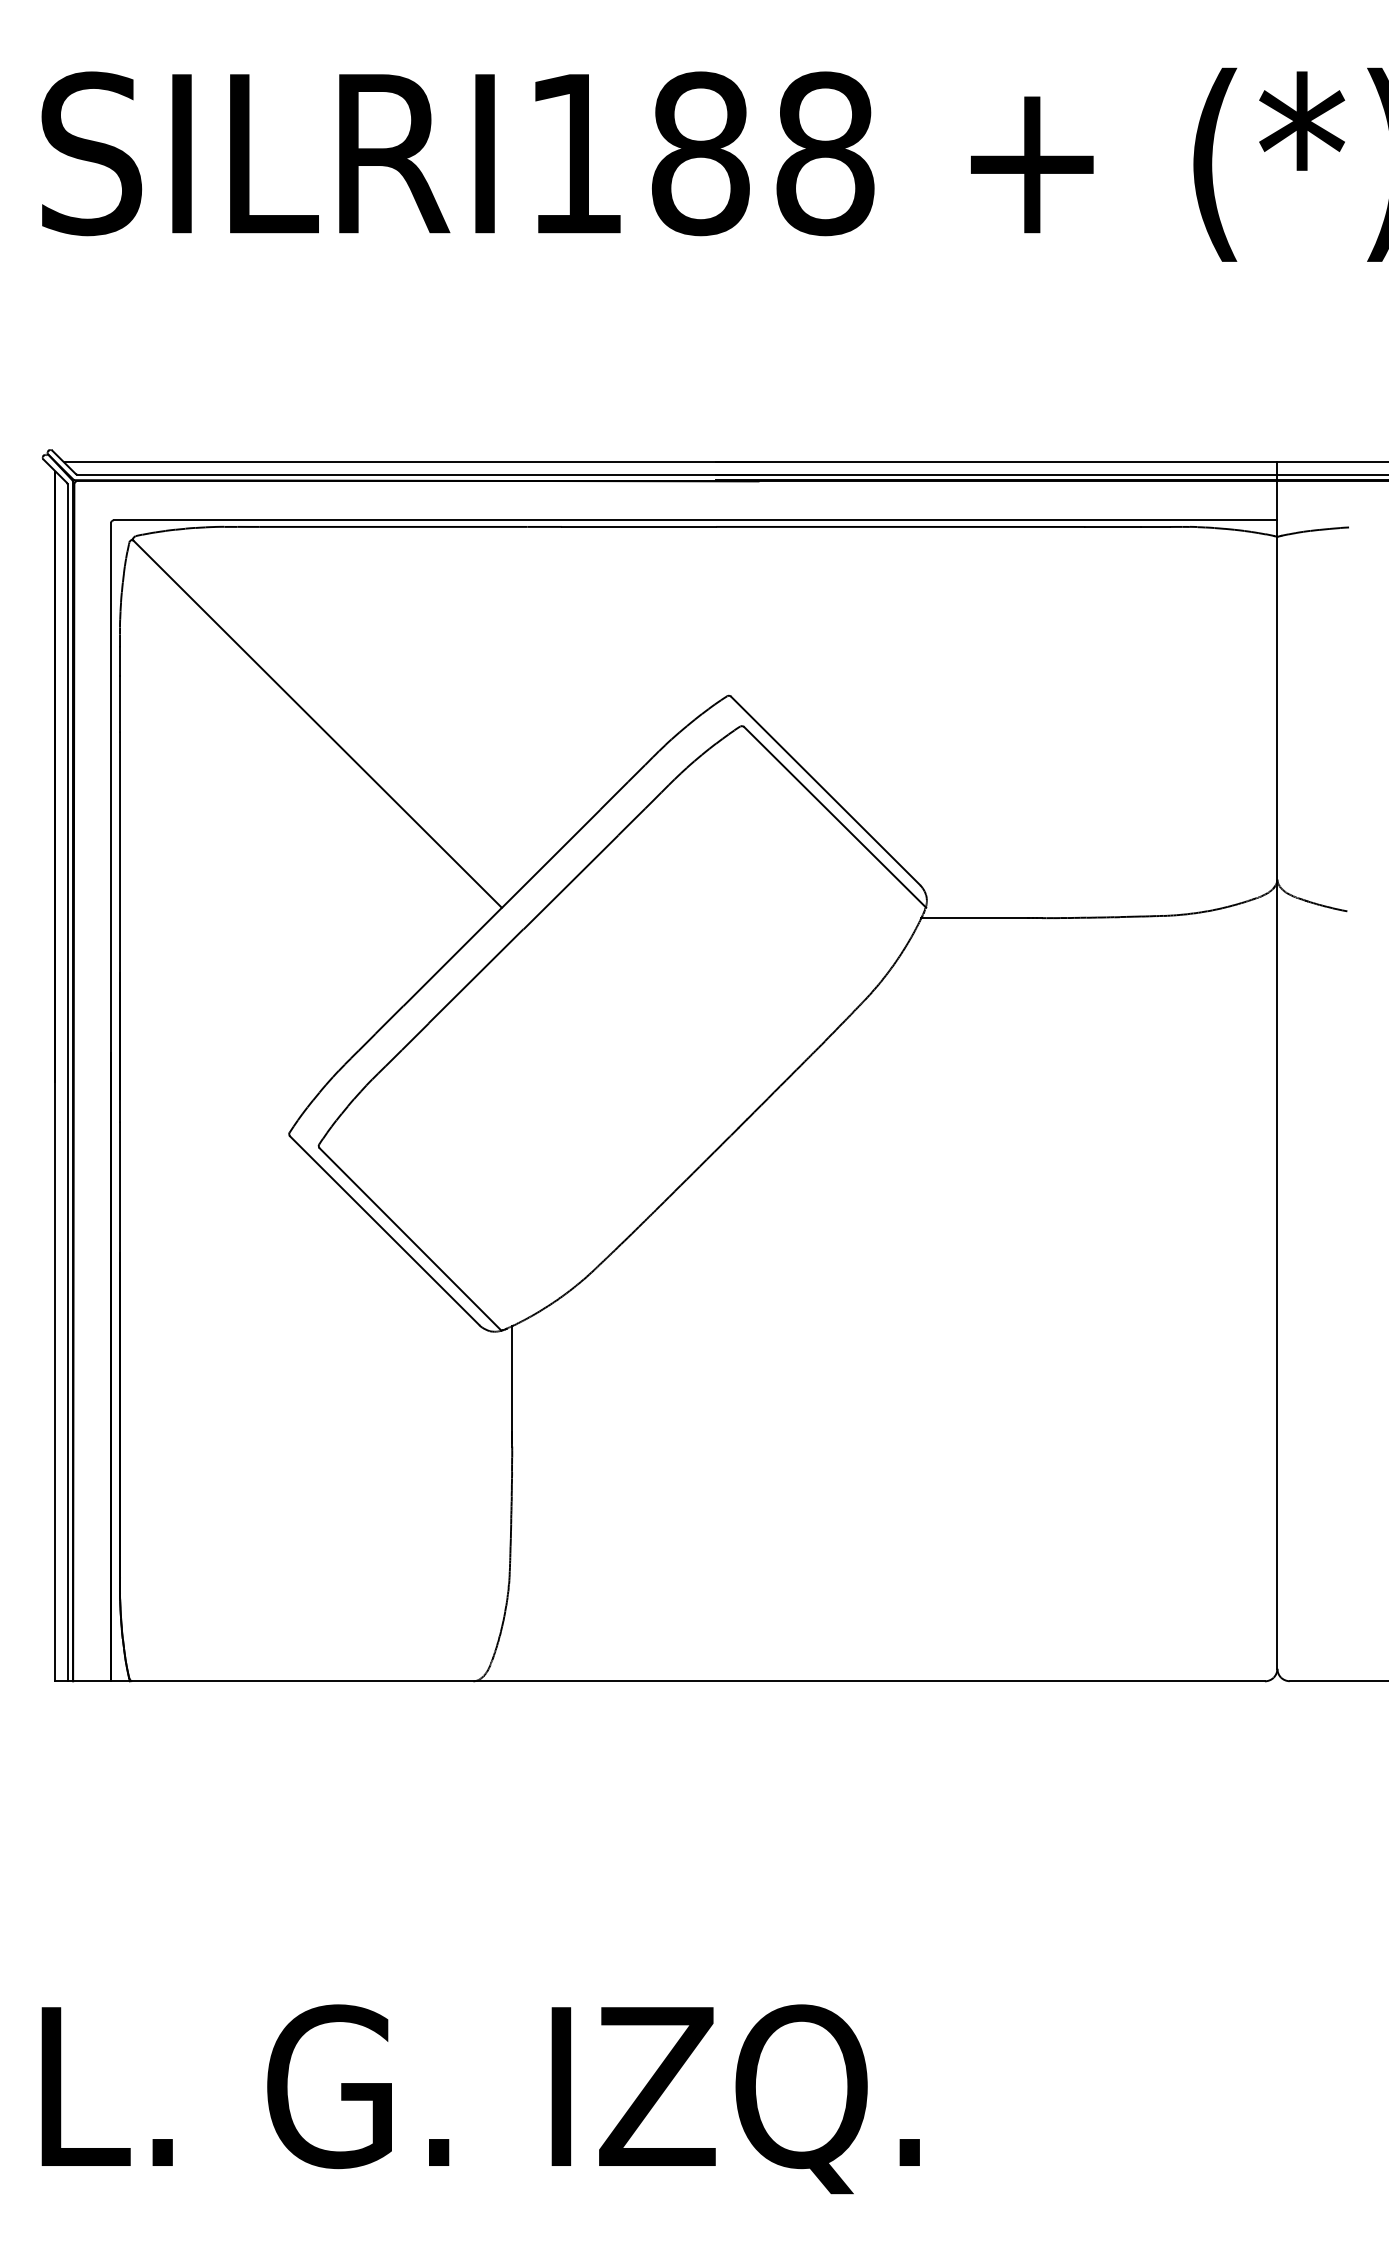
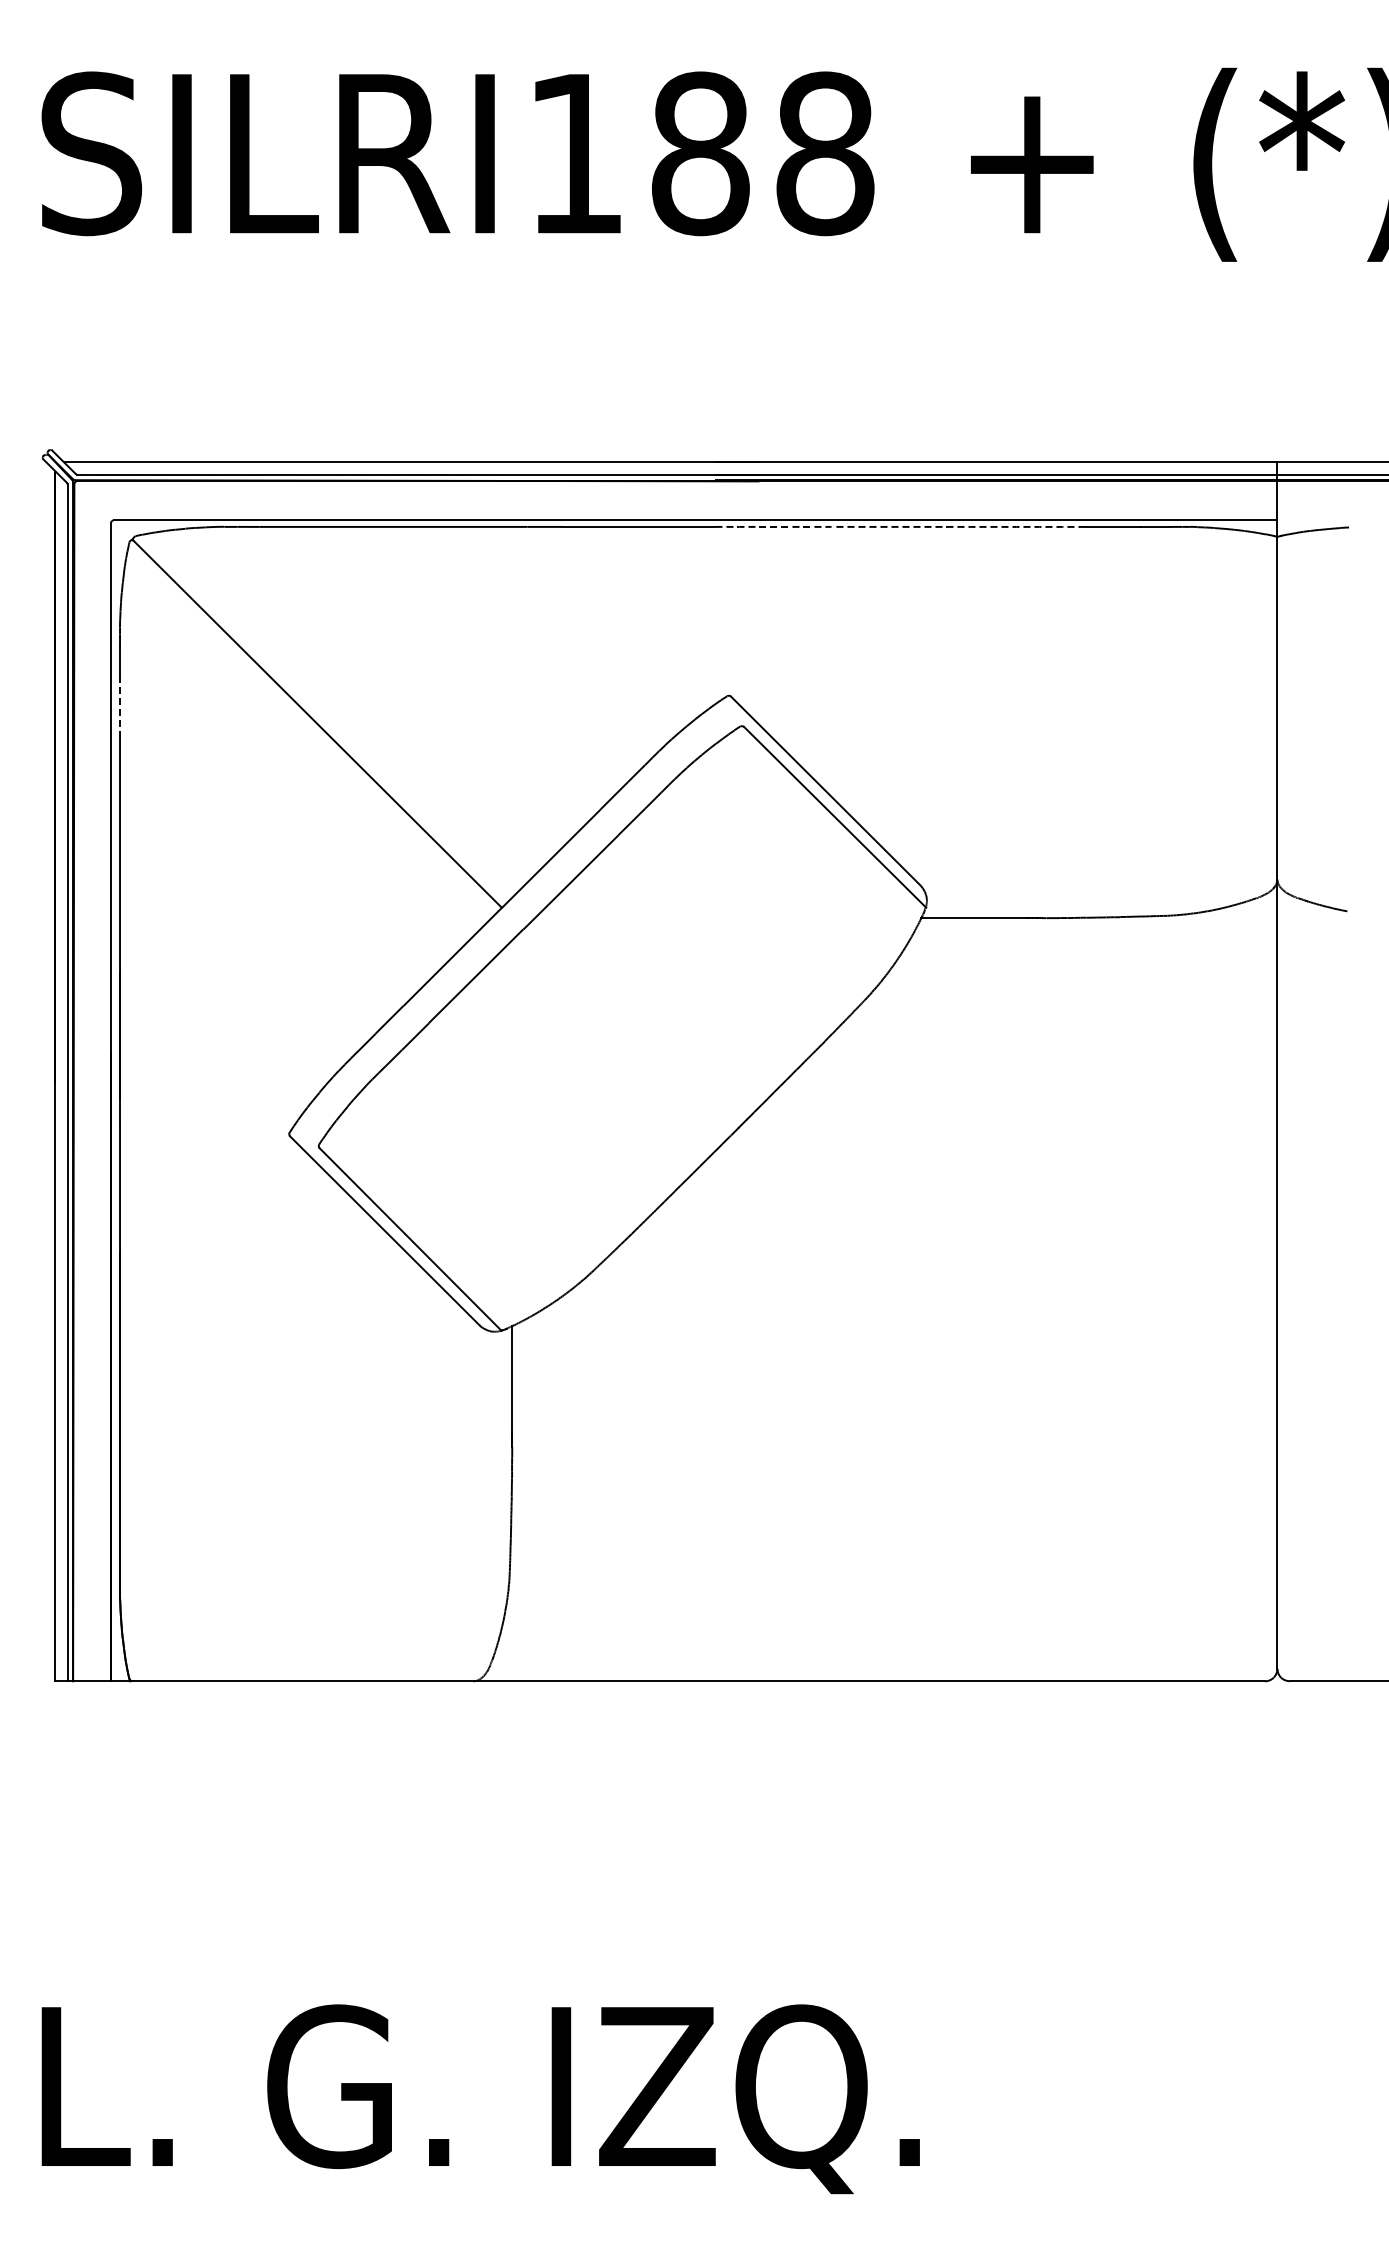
arc at (900, 526): solid -> dashed
line at (120, 703): solid -> dashed
